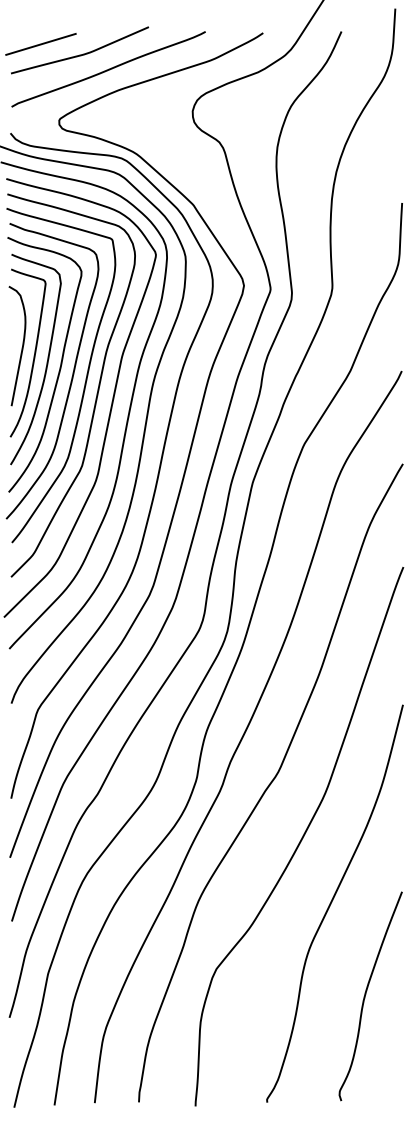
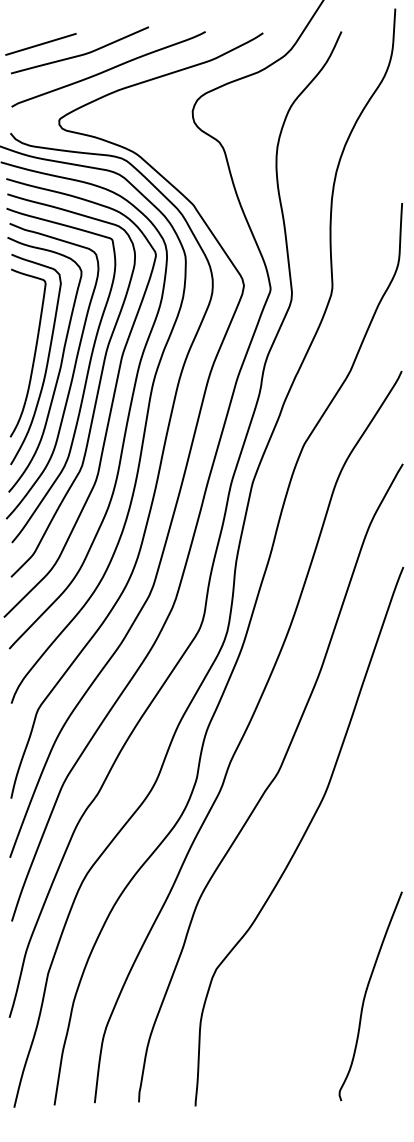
curve at (21, 347): present -> none
curve at (332, 902): present -> none
